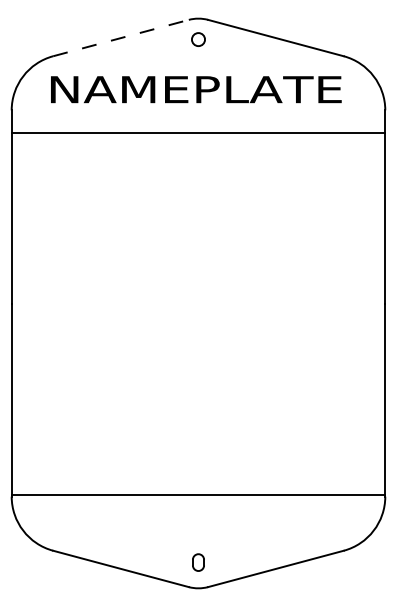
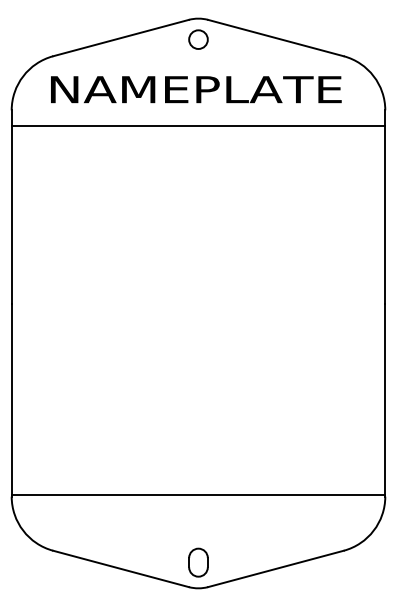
line at (121, 37): dashed -> solid
circle at (198, 39) size: 15x15 px -> 21x21 px
line at (198, 133) position: (198, 133) -> (198, 126)
part at (198, 562) size: 13x19 px -> 21x31 px
